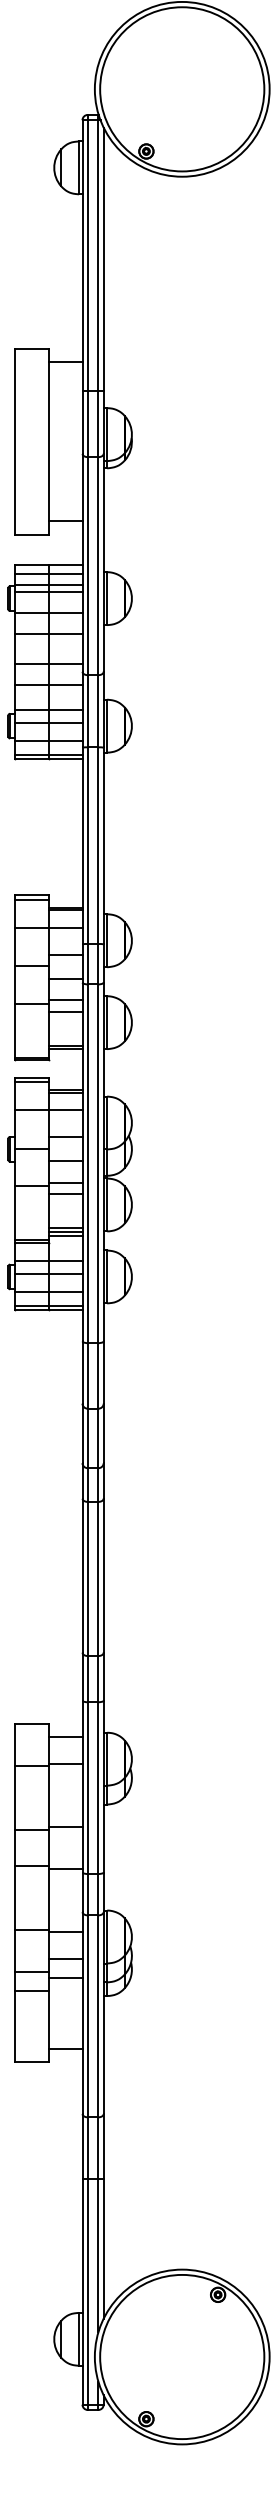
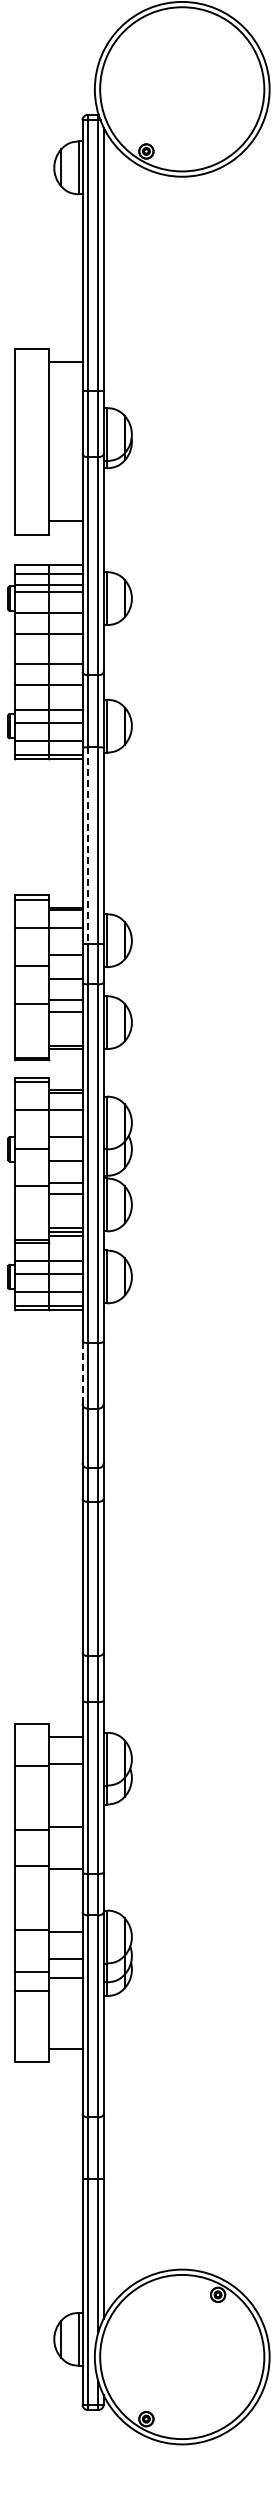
line at (87, 846): solid -> dashed
line at (82, 1372): solid -> dashed
